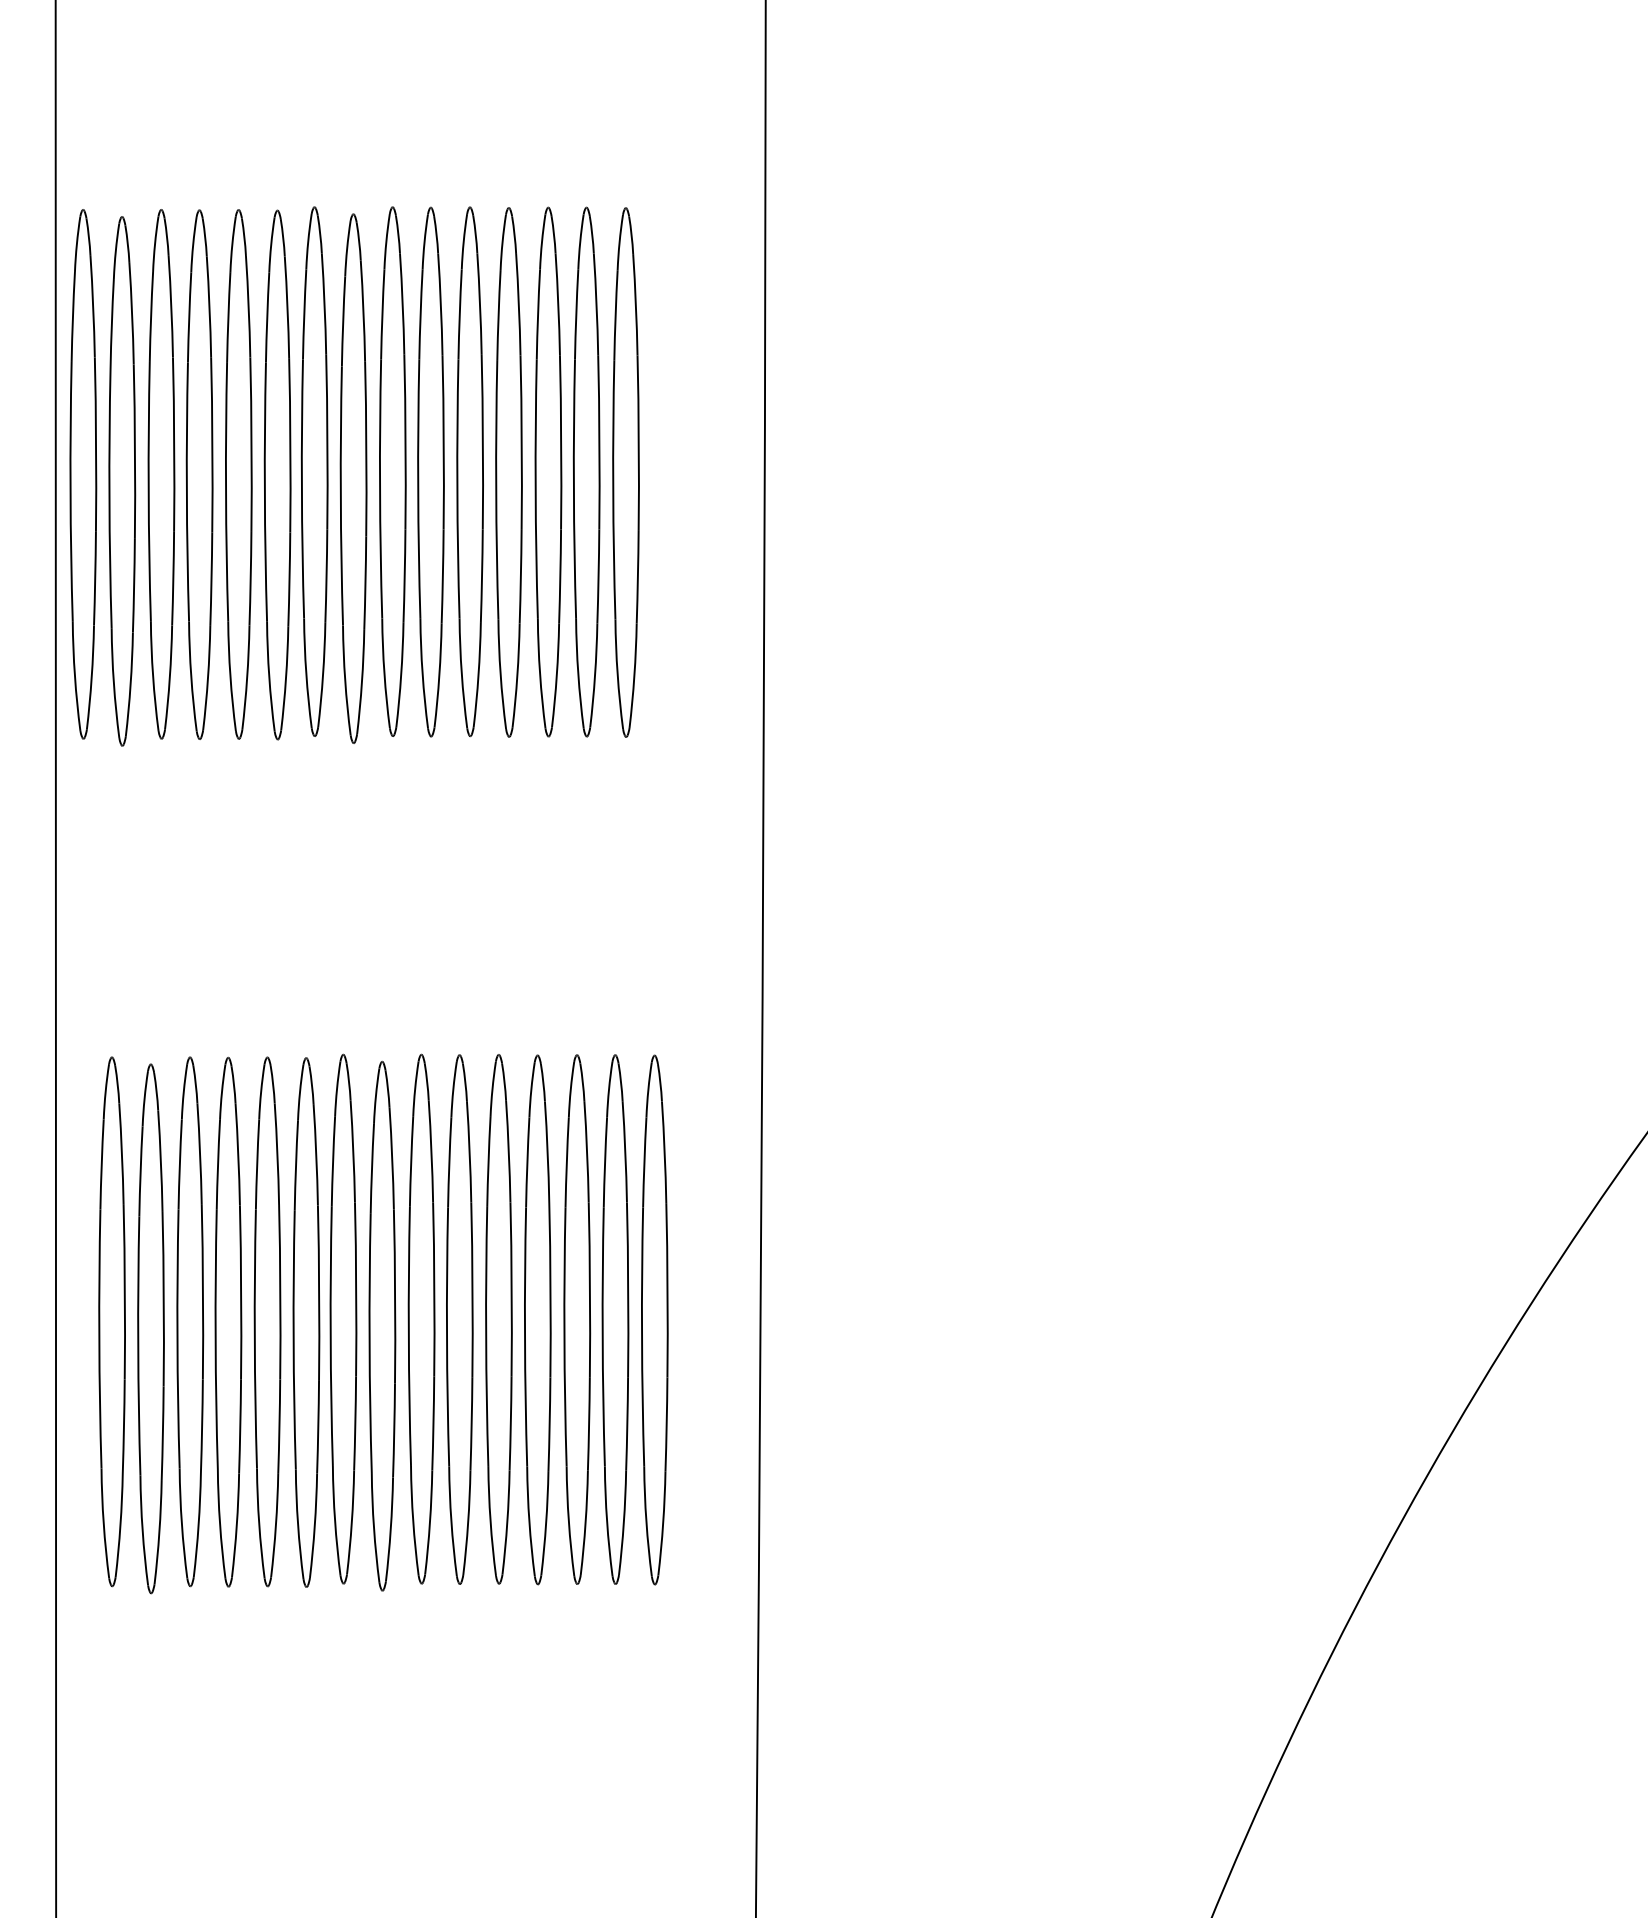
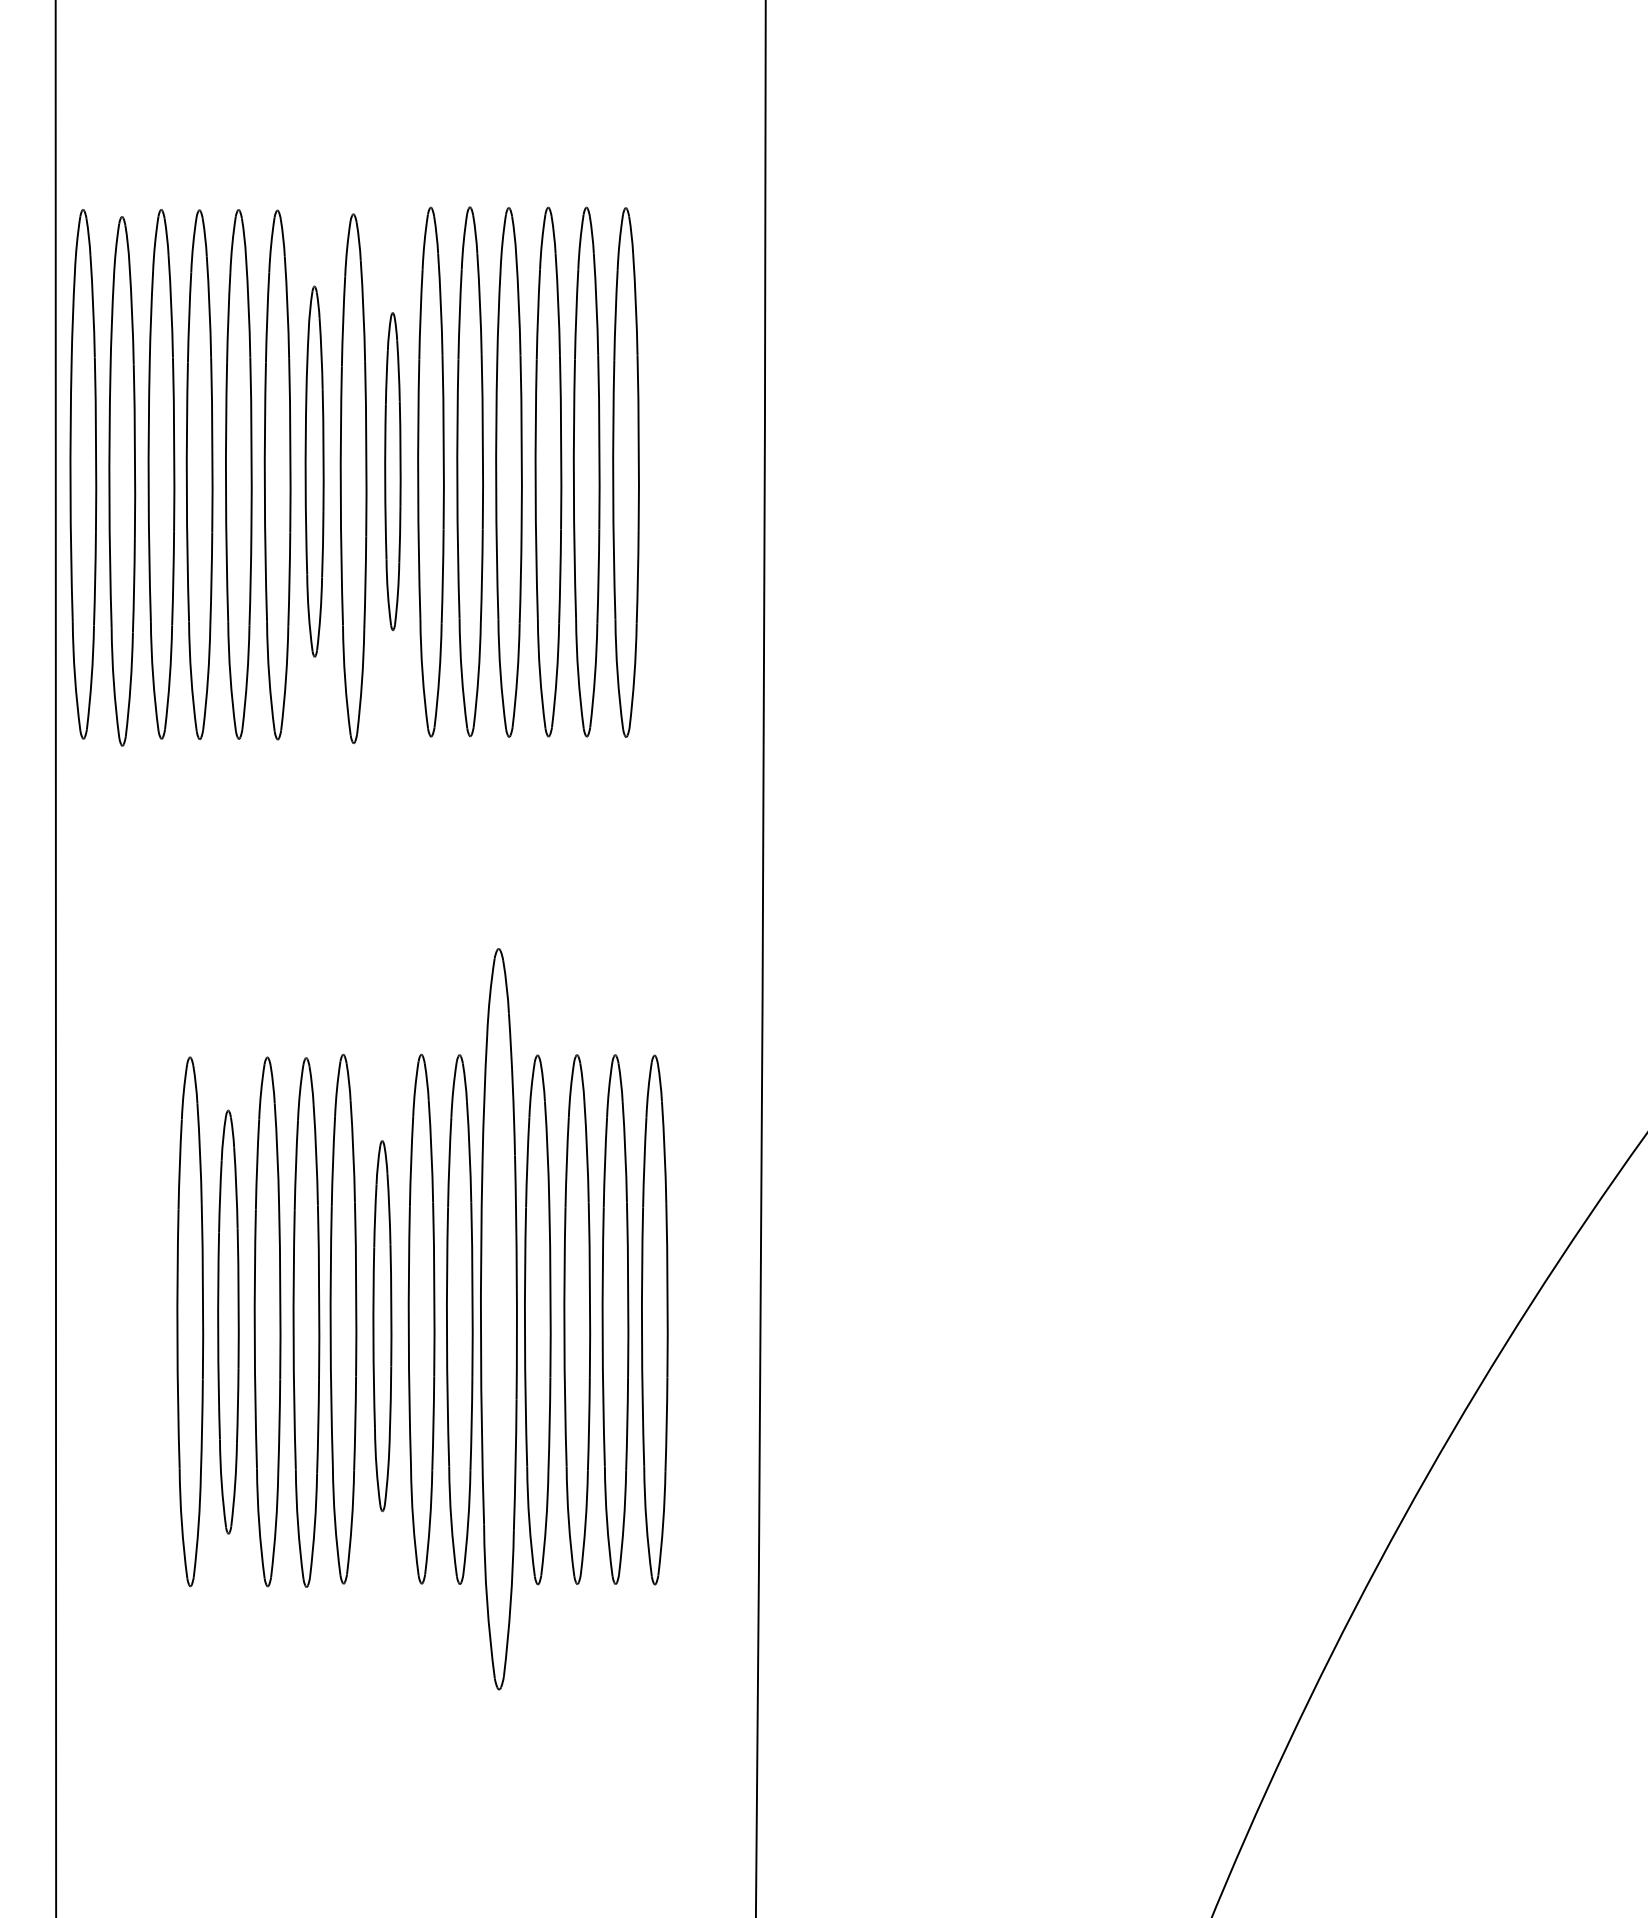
part at (314, 471) size: 29x531 px -> 21x373 px
part at (392, 471) size: 28x531 px -> 18x320 px
part at (498, 1319) size: 28x531 px -> 38x743 px
part at (111, 1321): present -> none
part at (228, 1321) size: 29x532 px -> 23x426 px
part at (382, 1325) size: 29x532 px -> 21x373 px
part at (150, 1328): present -> none
